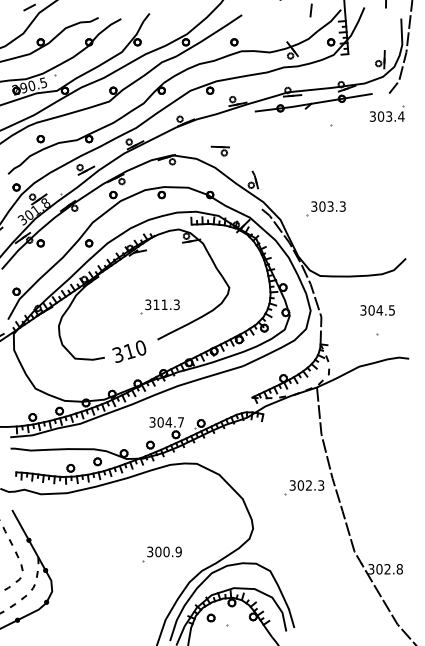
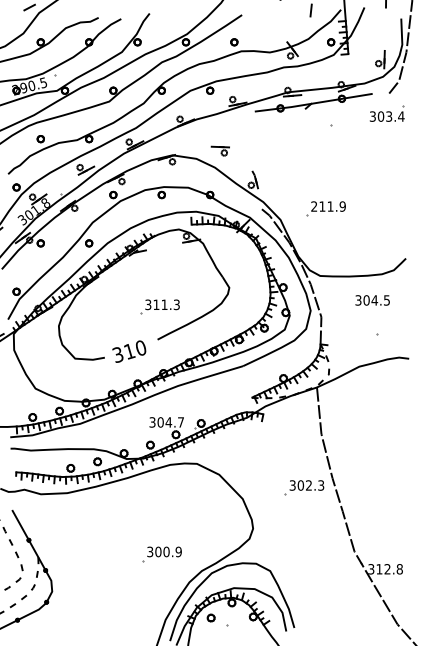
text at (328, 206): 303.3 -> 211.9
text at (377, 310) position: (377, 310) -> (372, 300)
text at (379, 569): 302.8 -> 312.8
